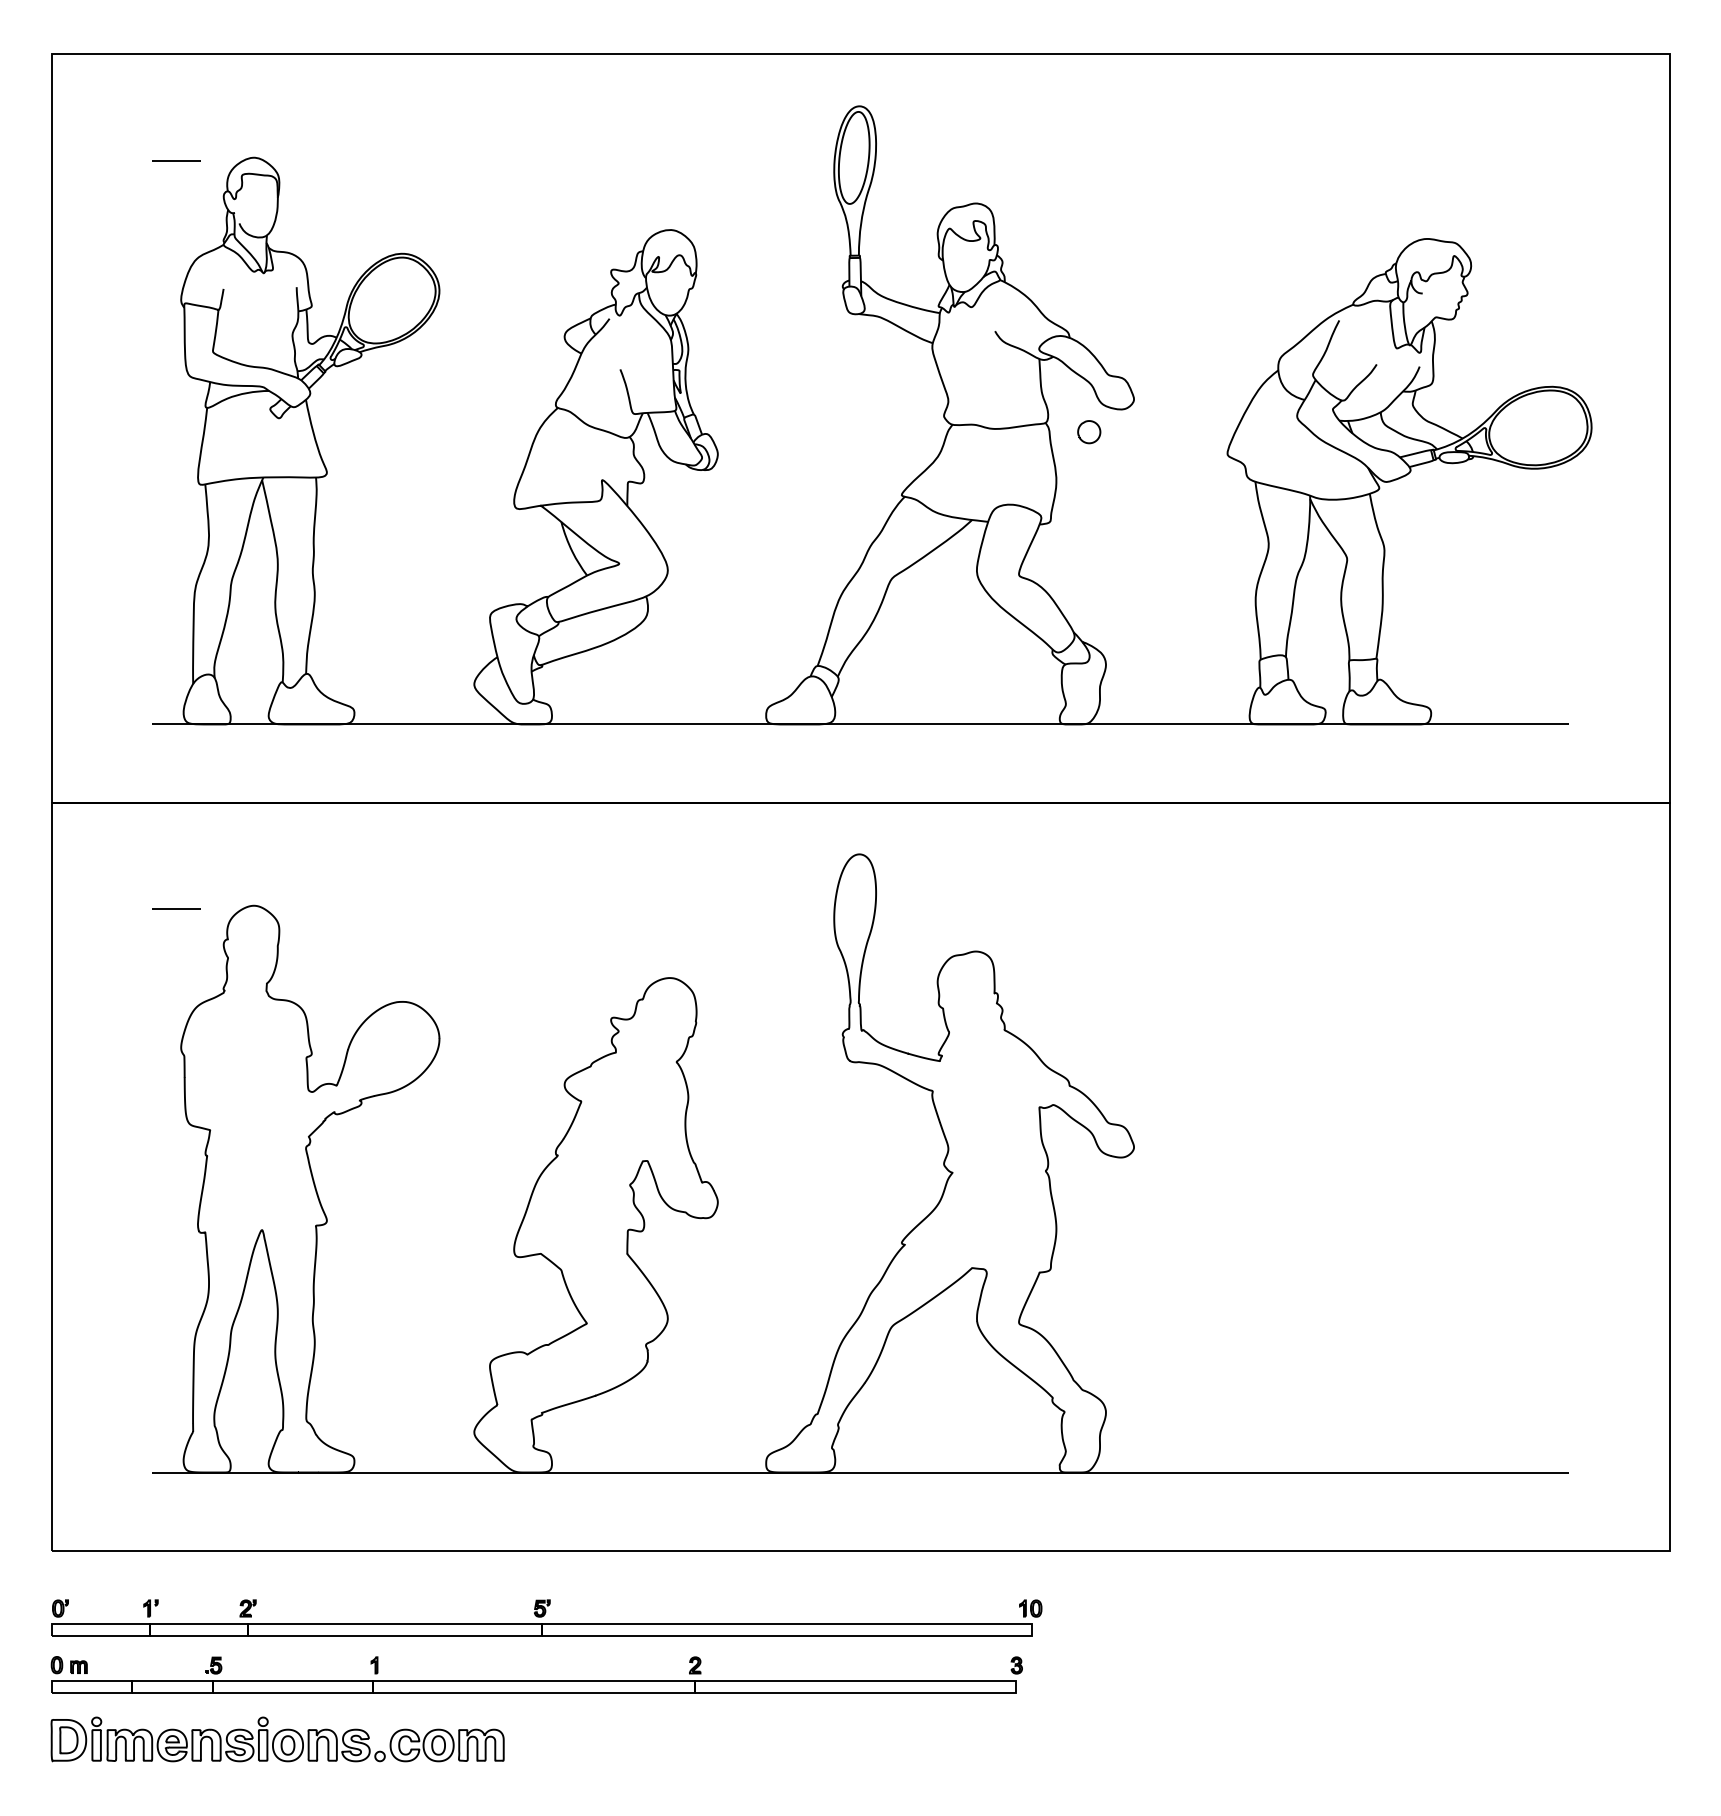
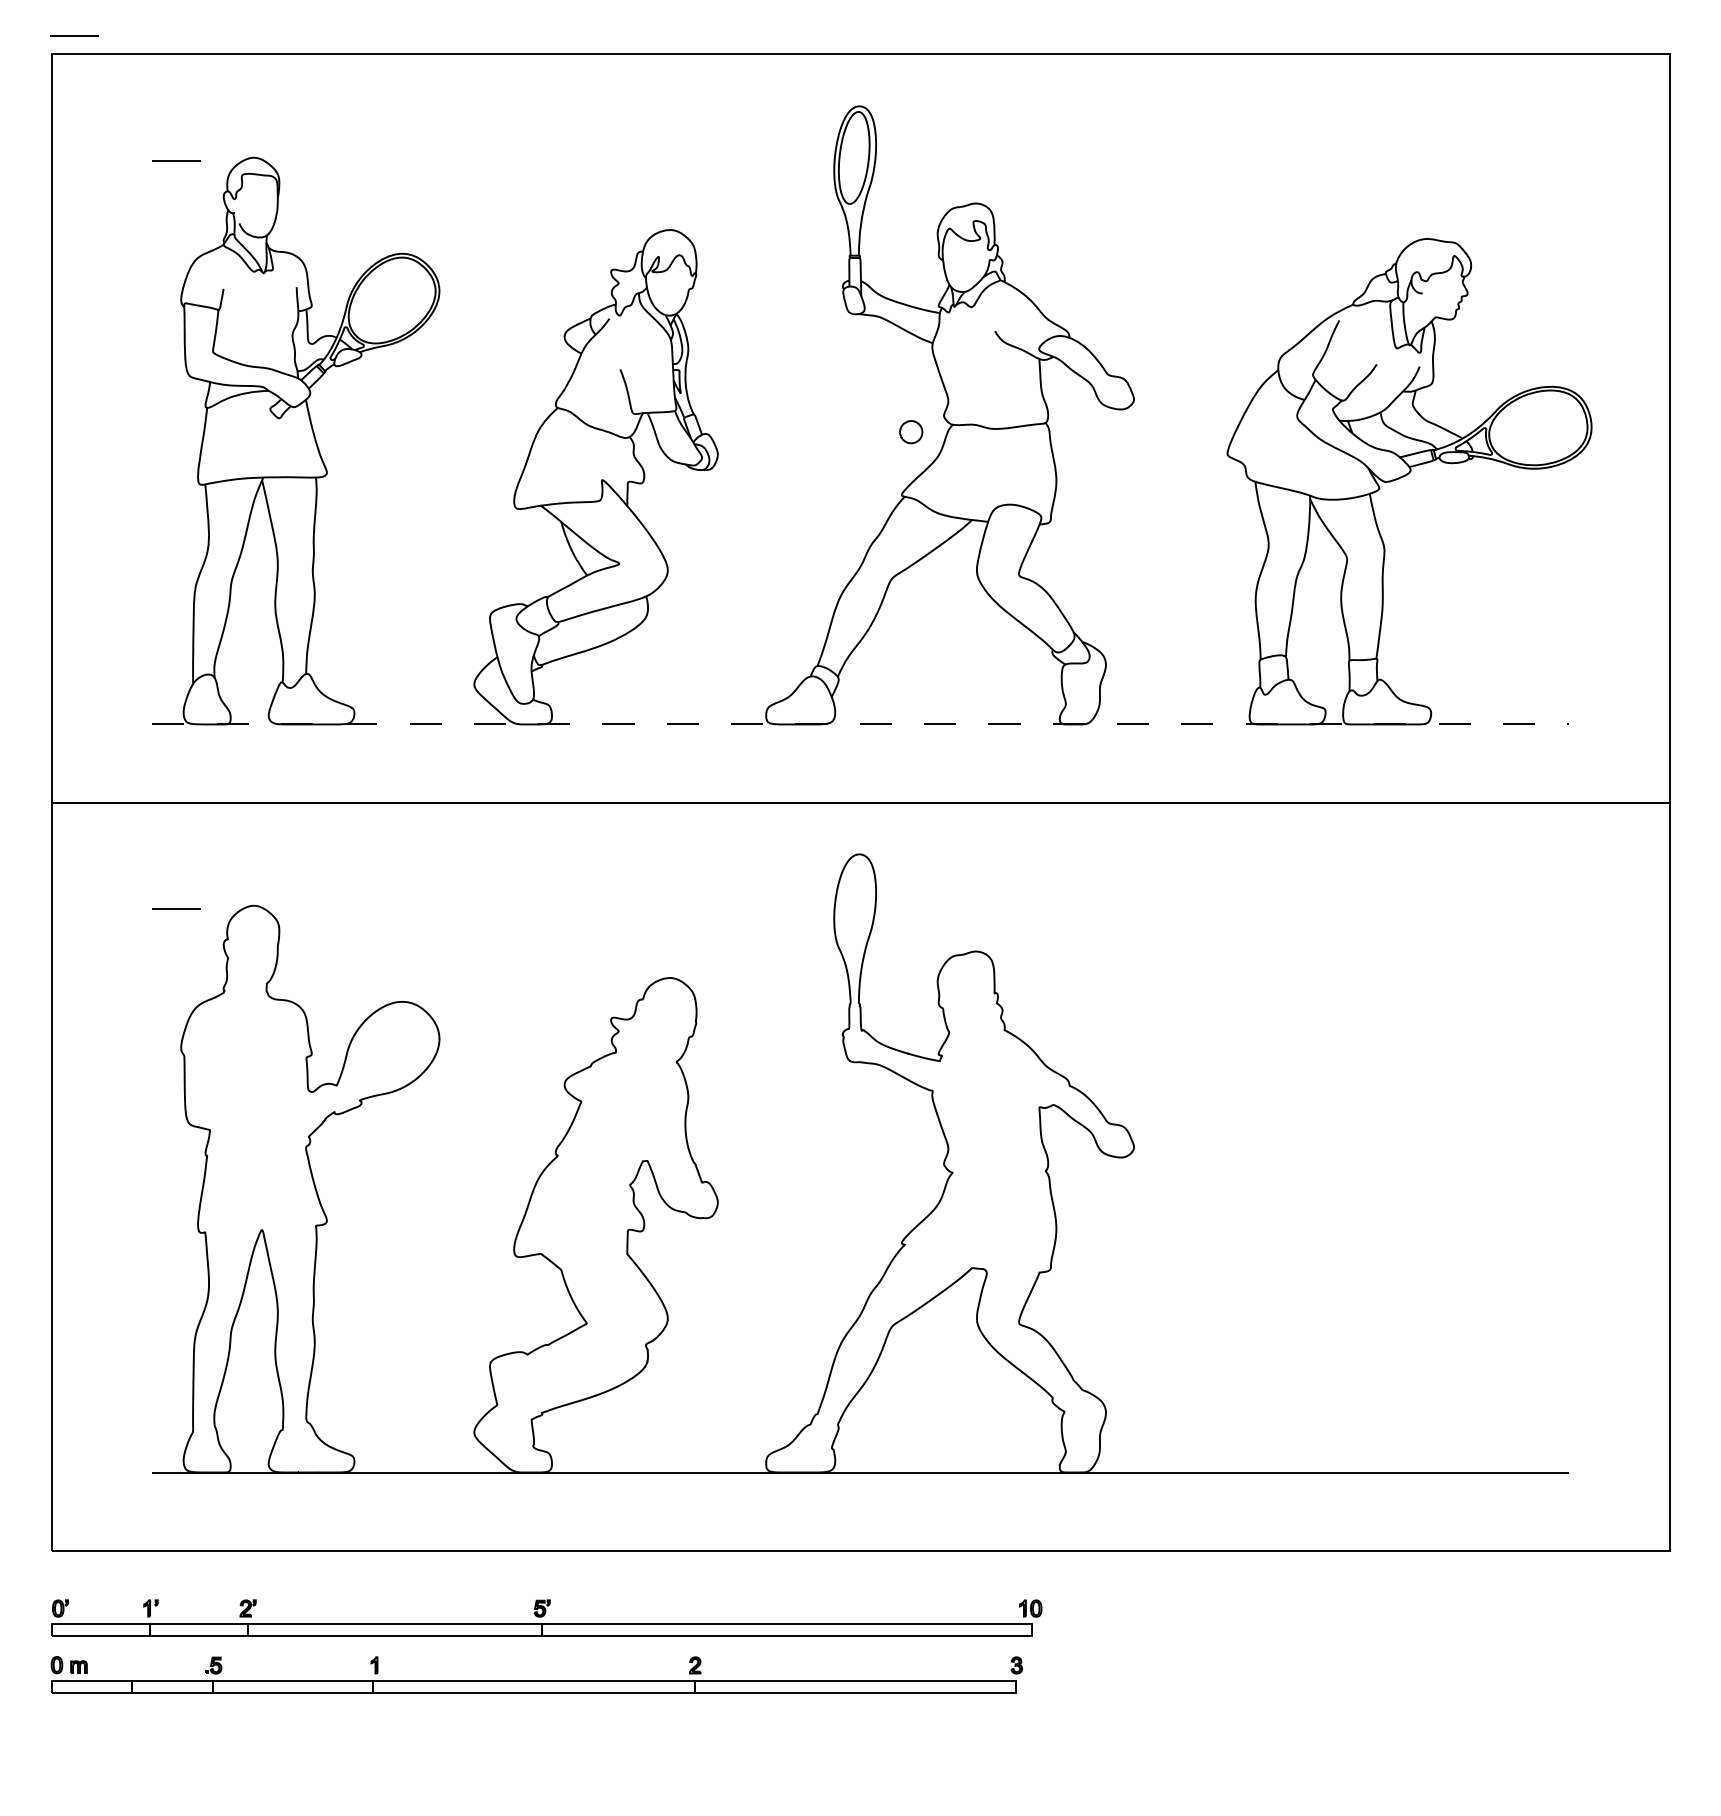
line at (74, 35): none -> present
part at (1089, 432) position: (1089, 432) -> (911, 432)
line at (861, 724): solid -> dashed
part at (277, 1739): present -> none
